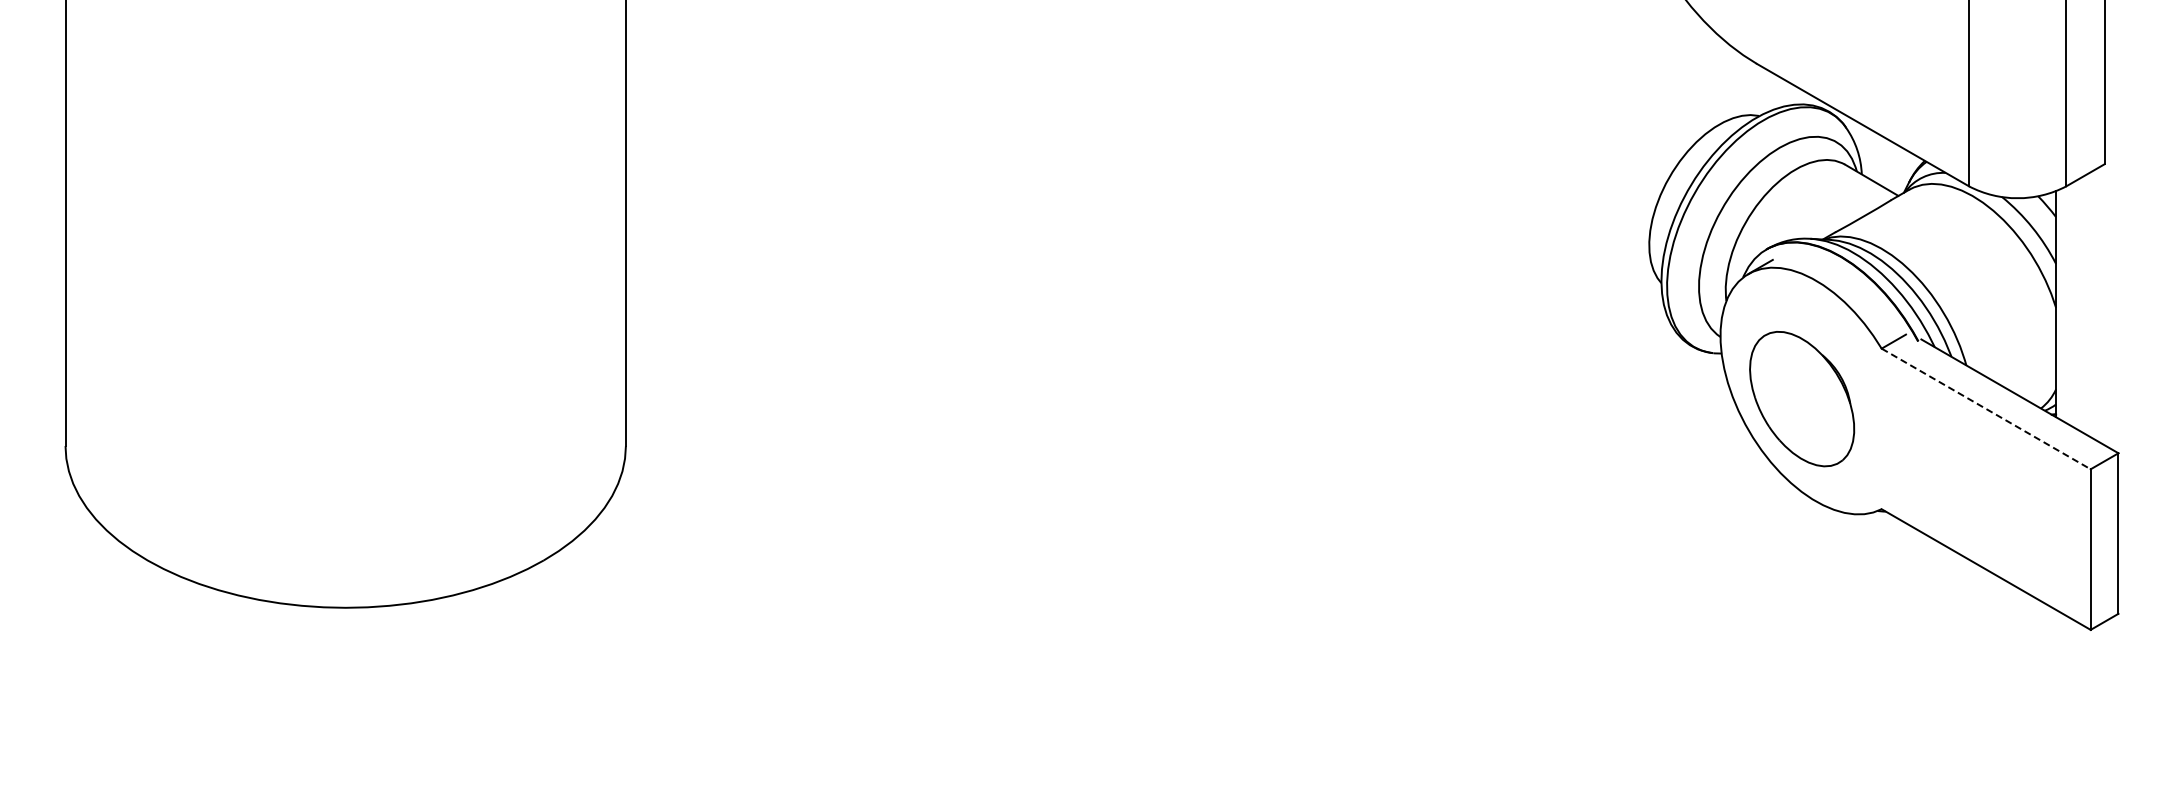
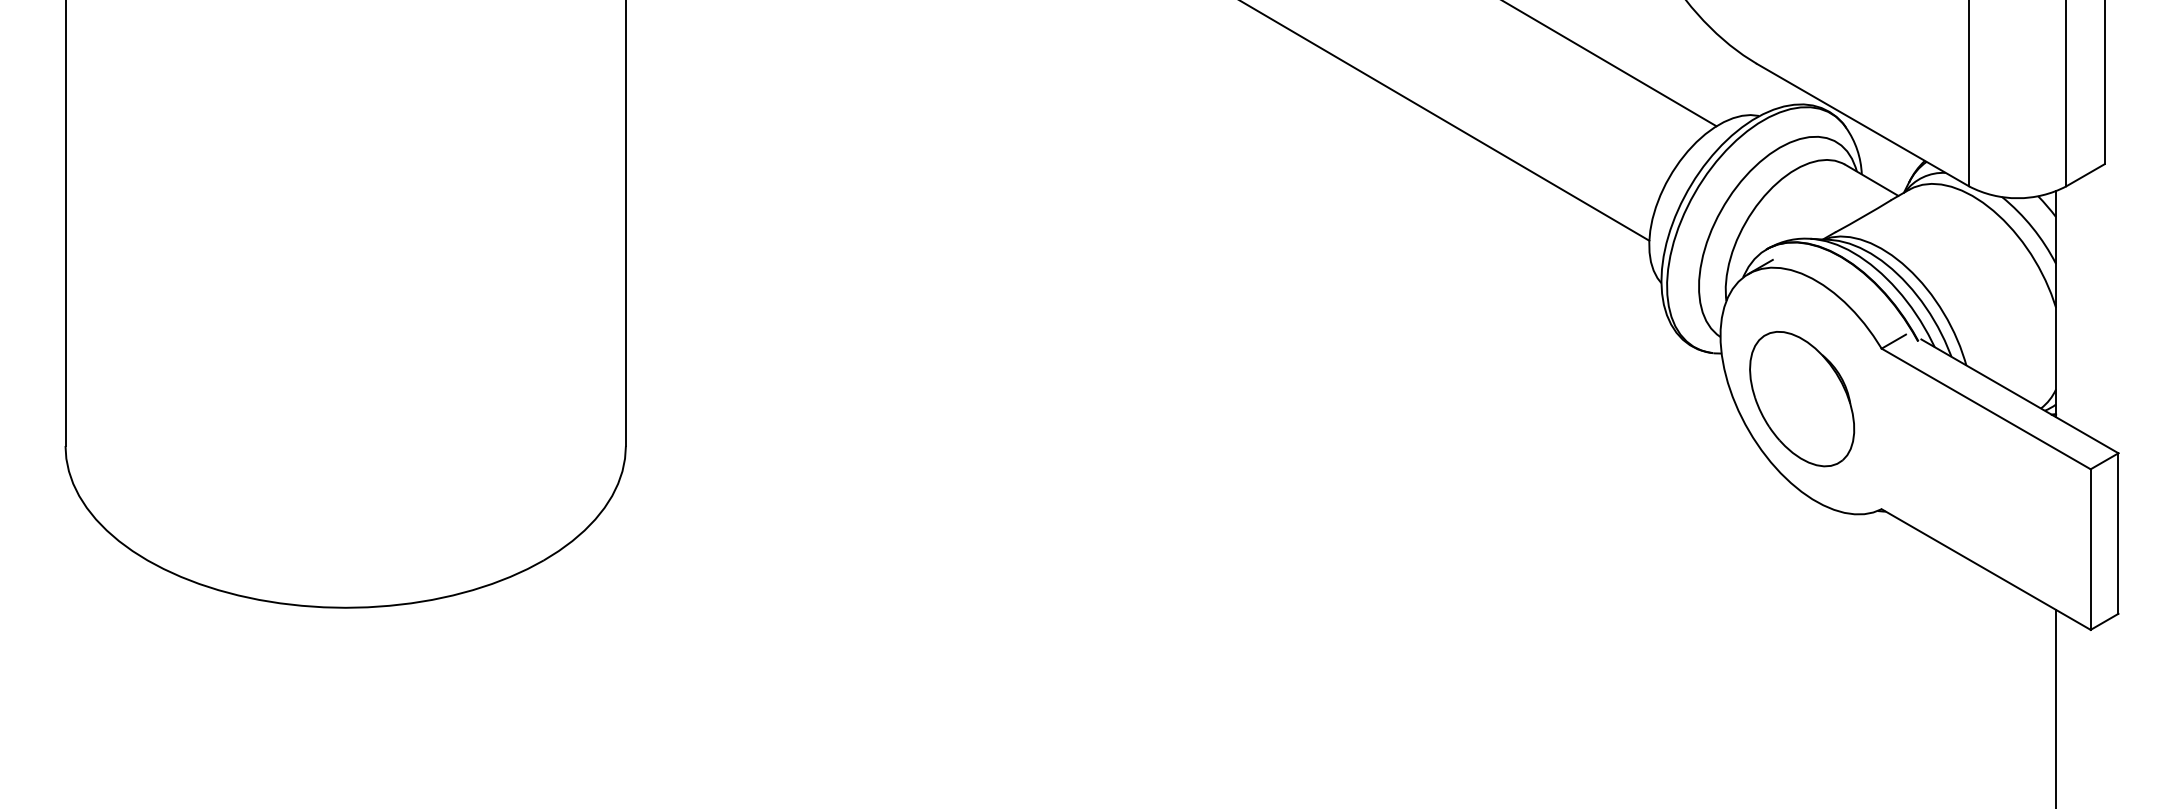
line at (1610, 64): none -> present
line at (1445, 121): none -> present
line at (1986, 408): dashed -> solid
line at (2056, 707): none -> present
